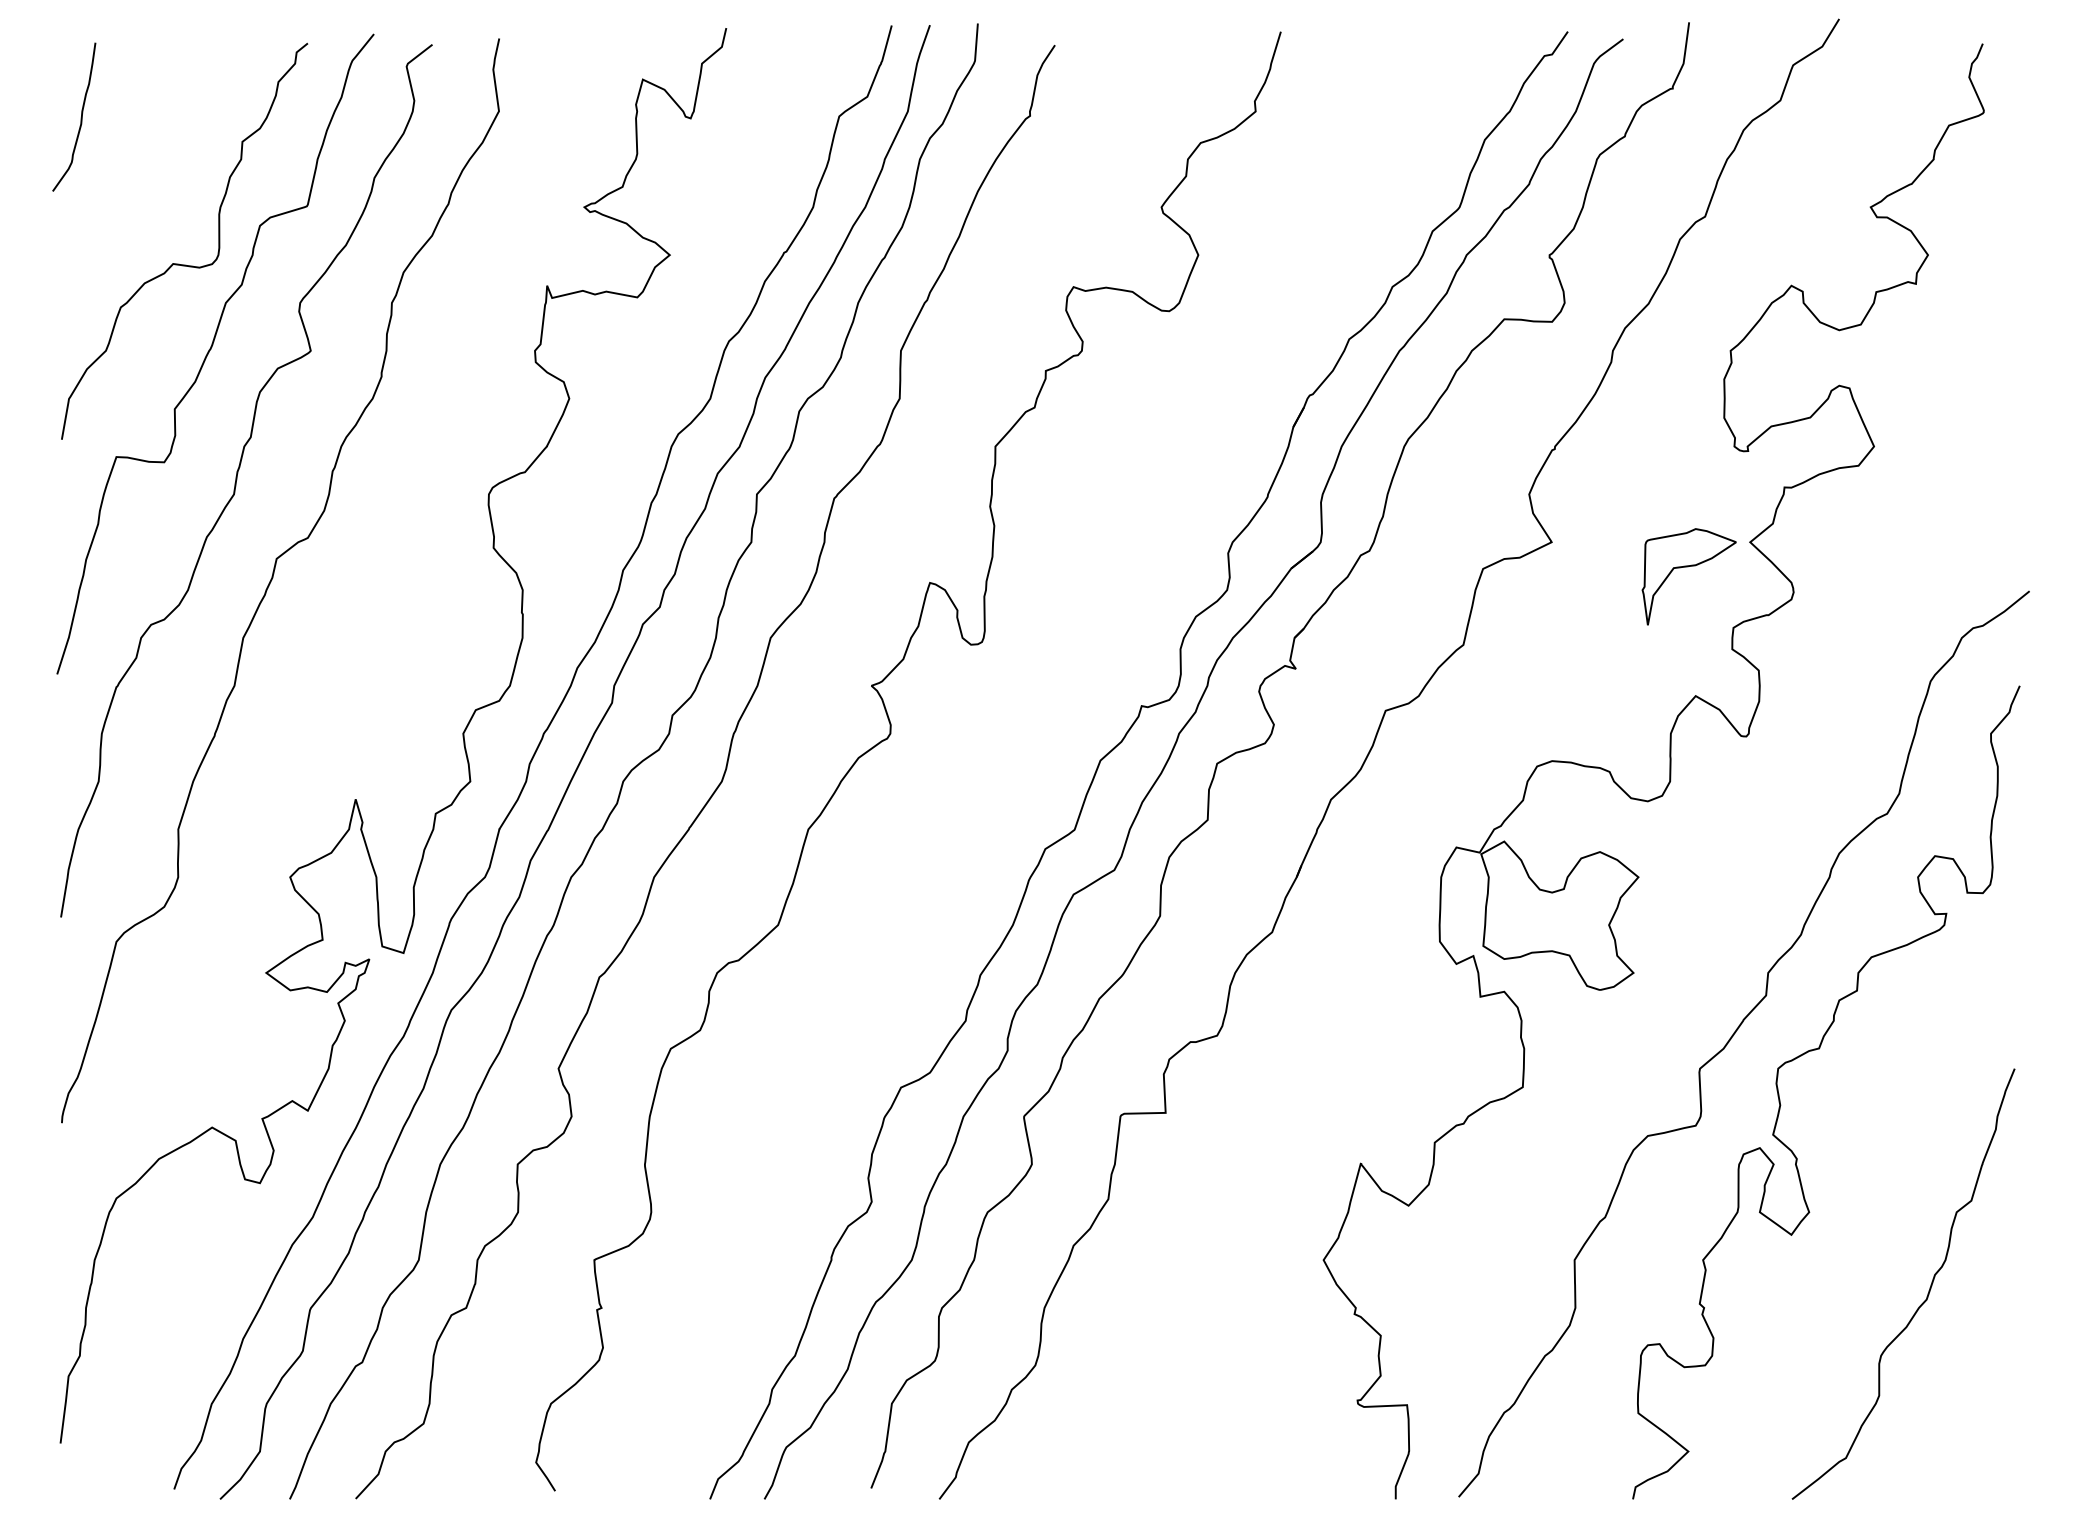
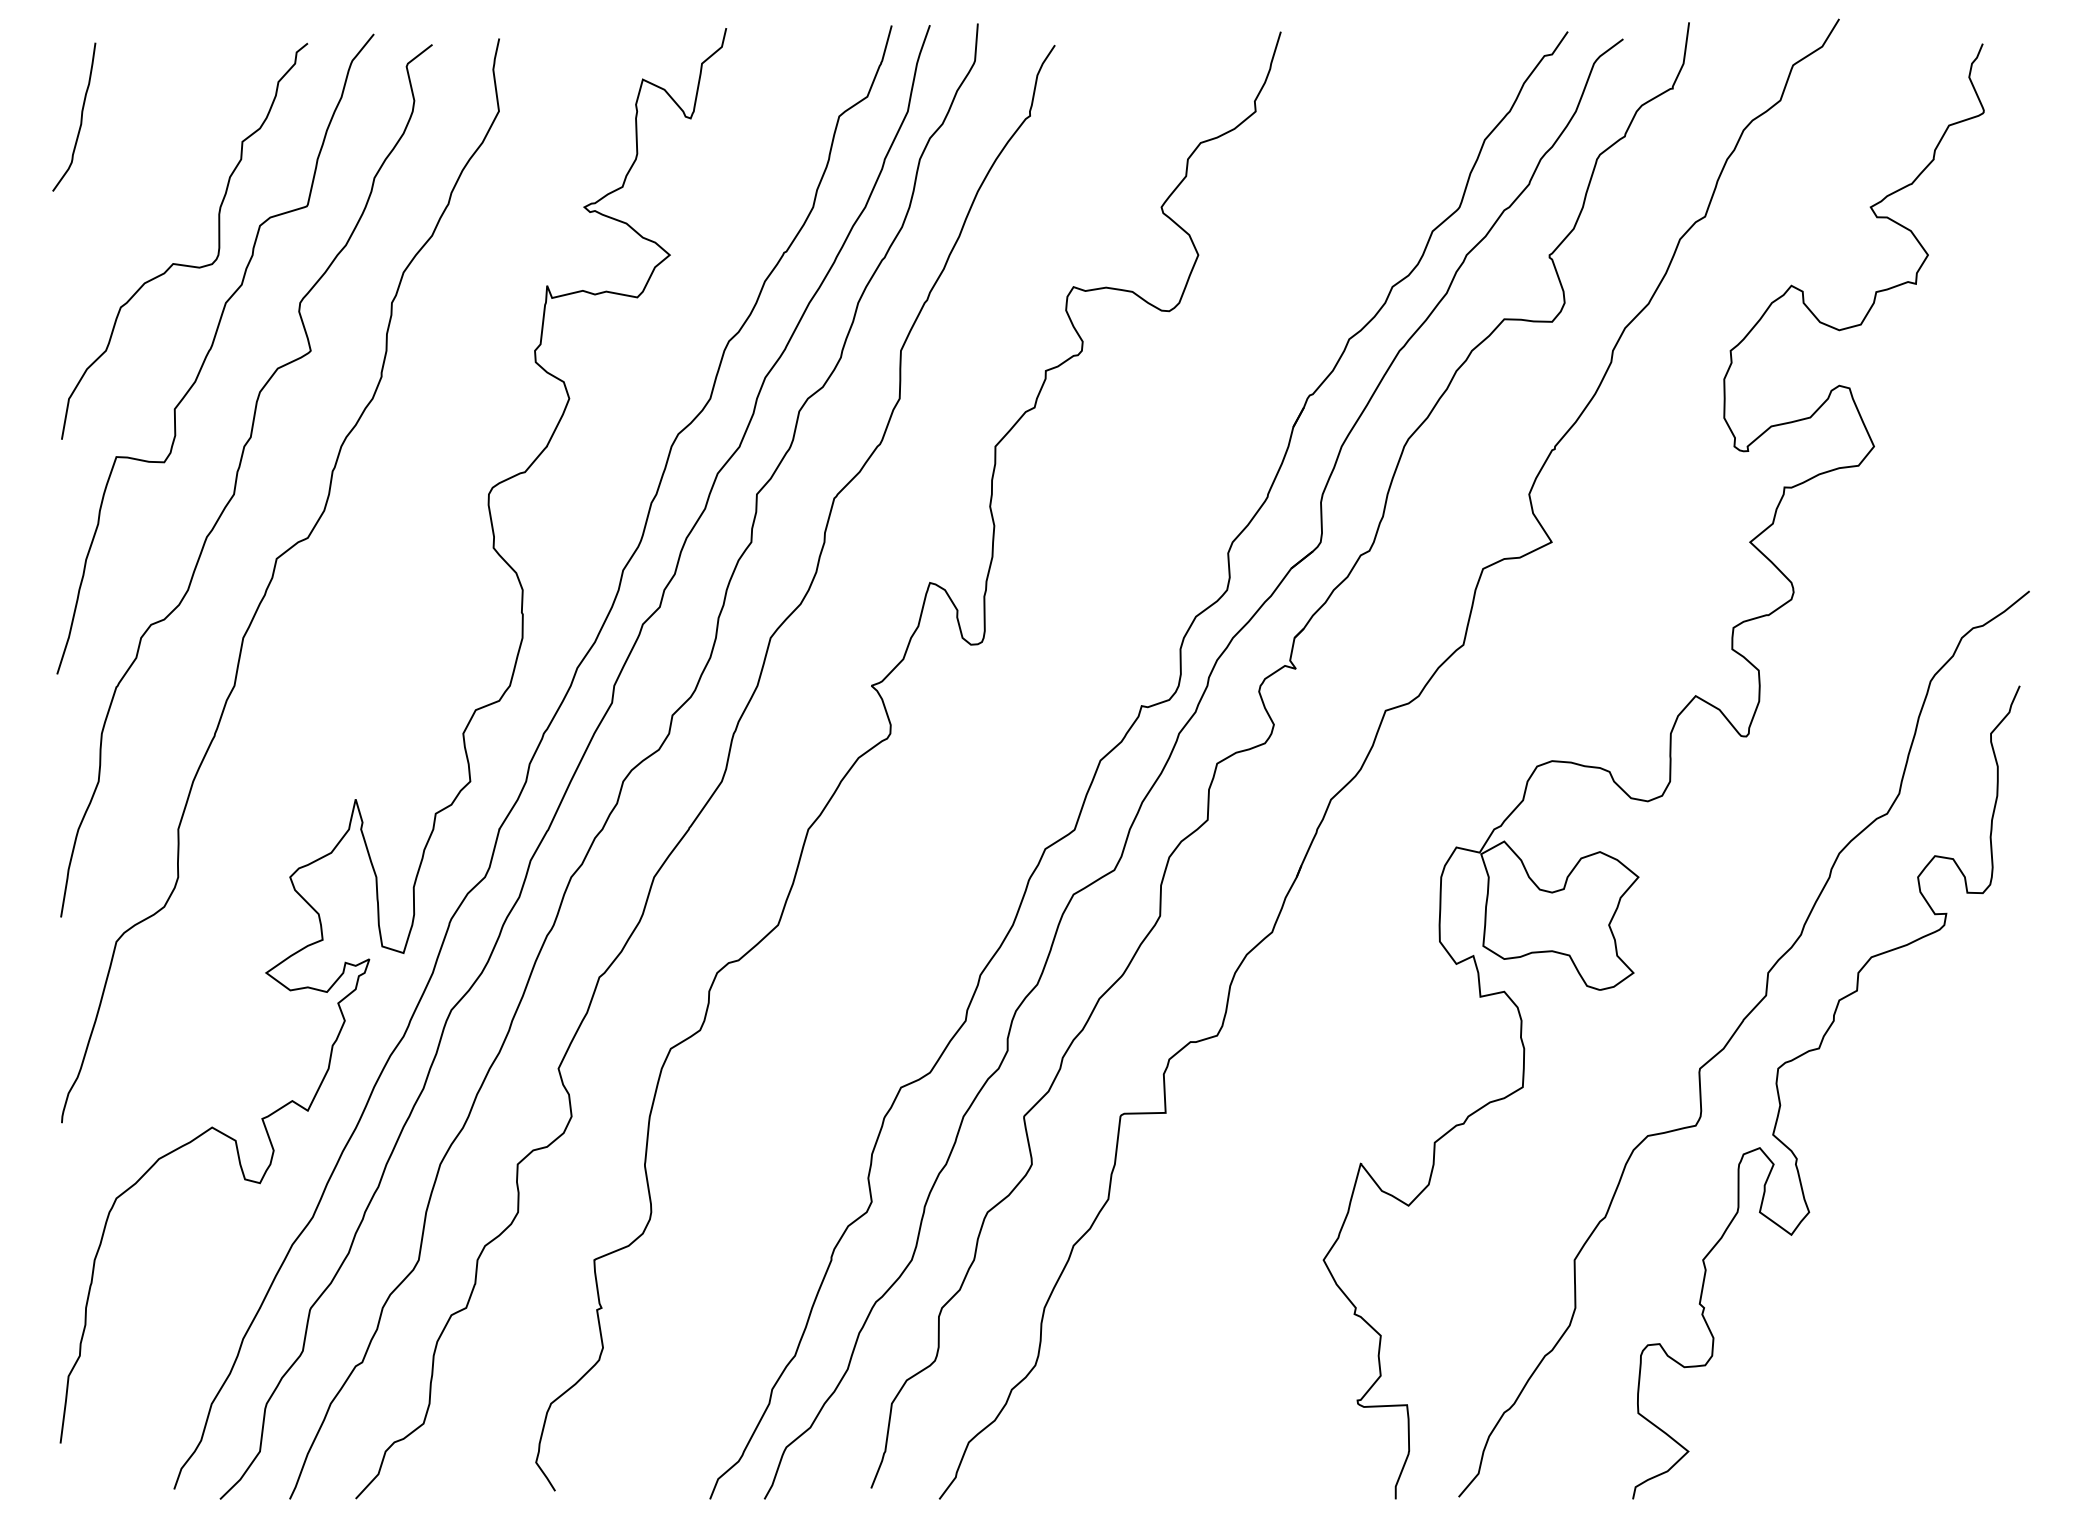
part at (1688, 567): present -> none
curve at (1928, 1290): present -> none
